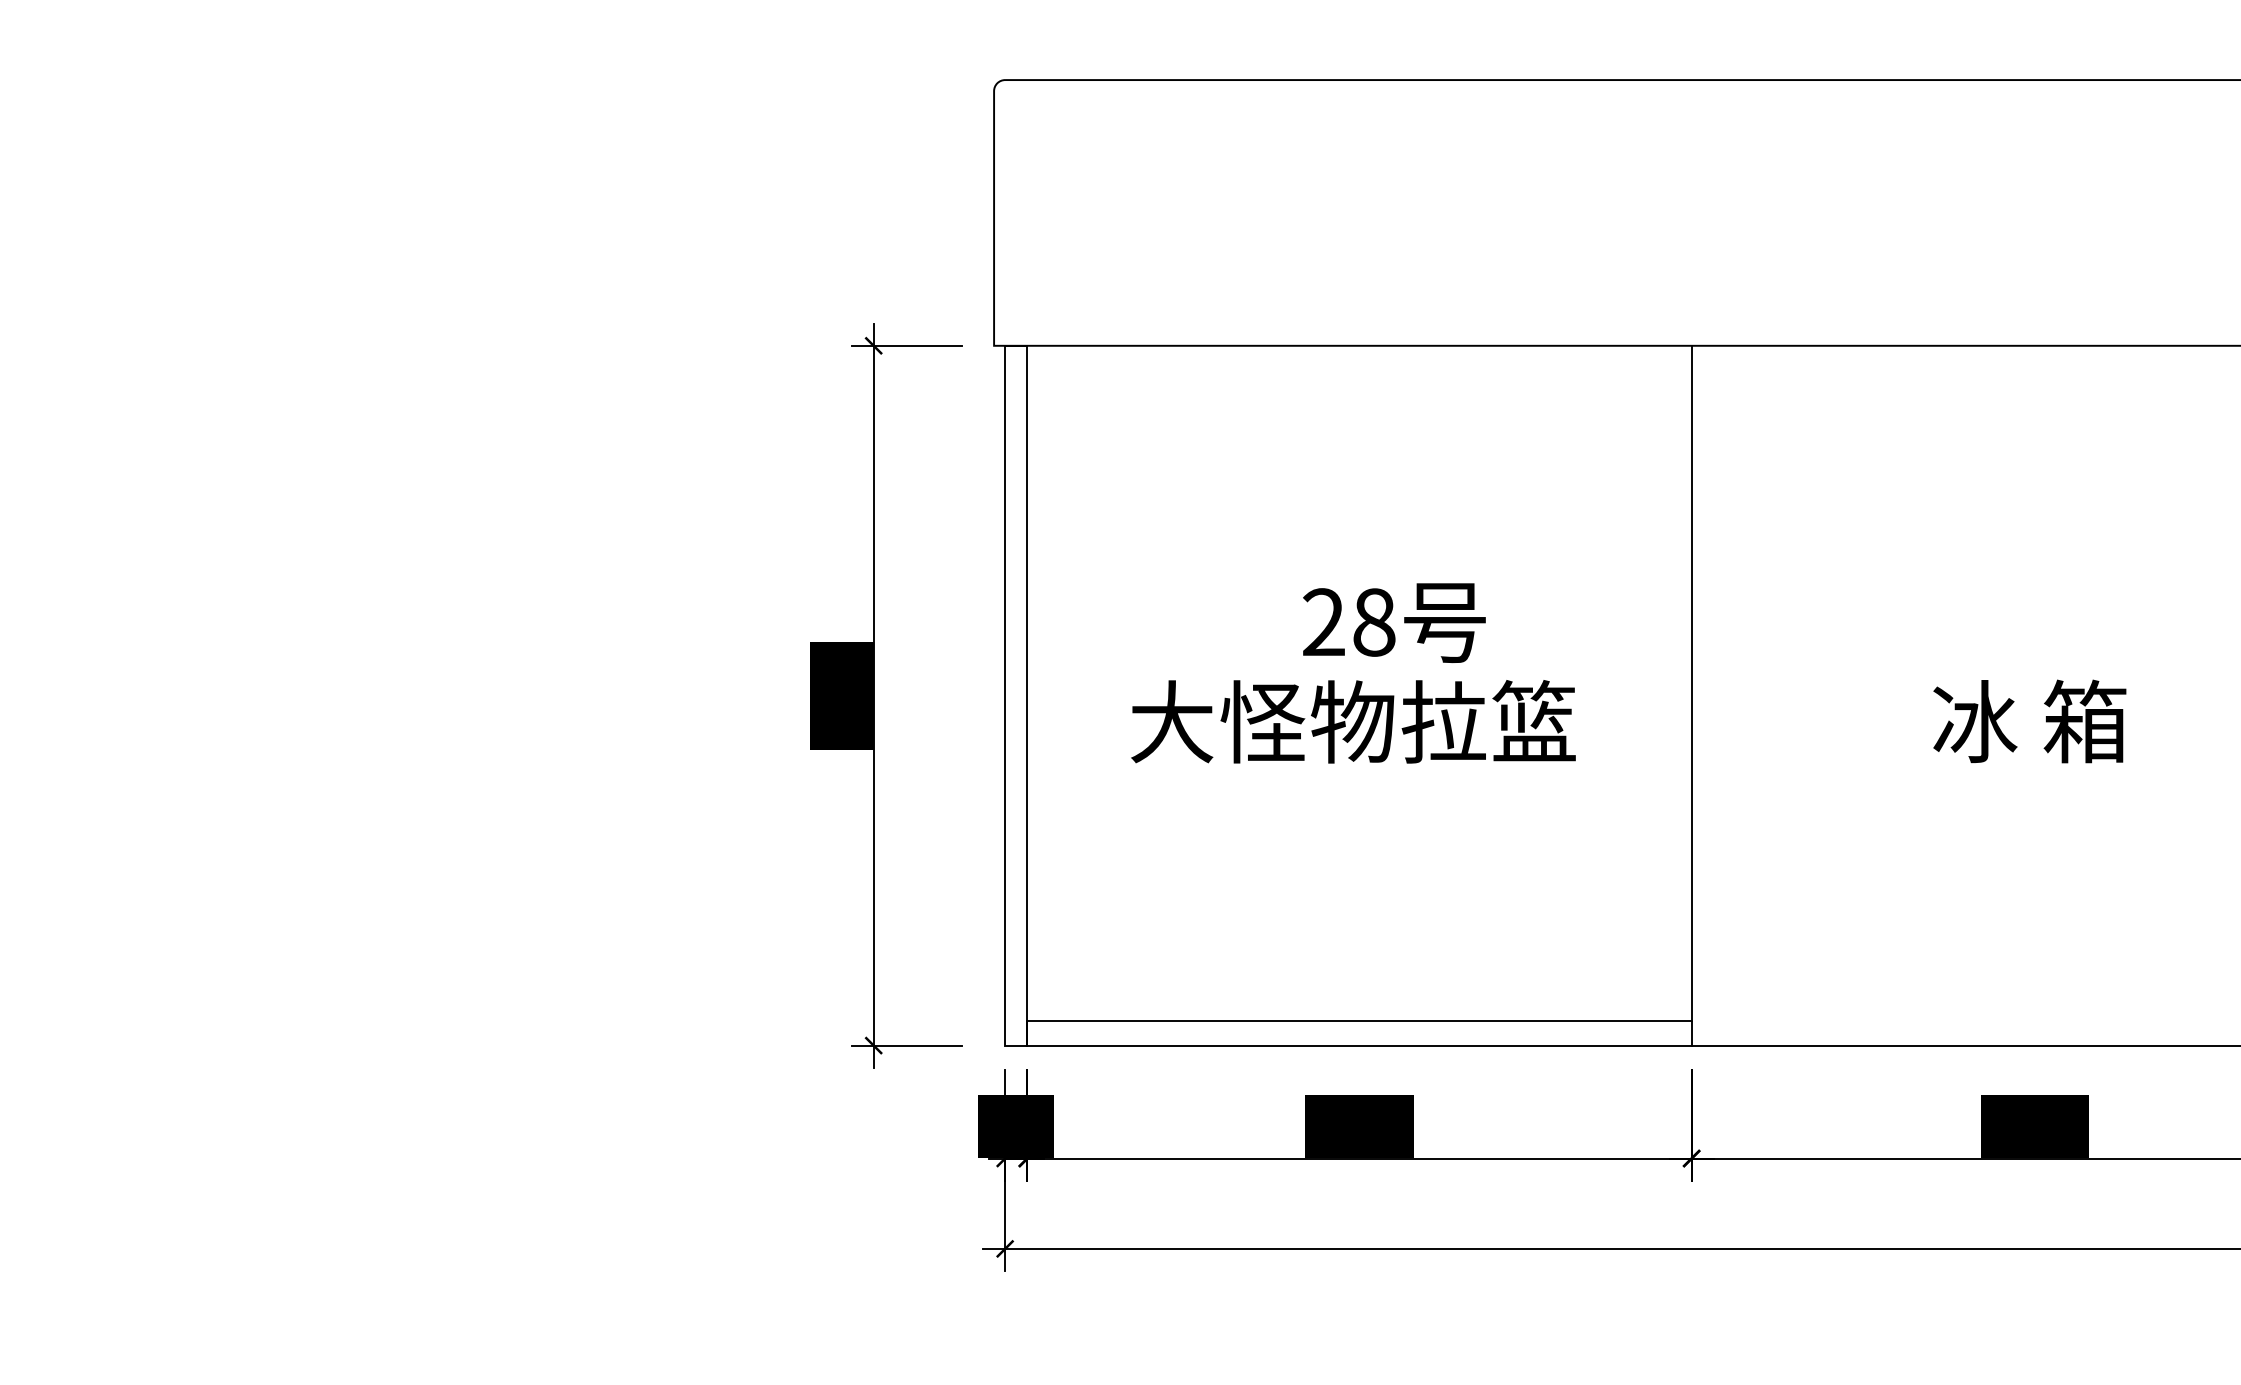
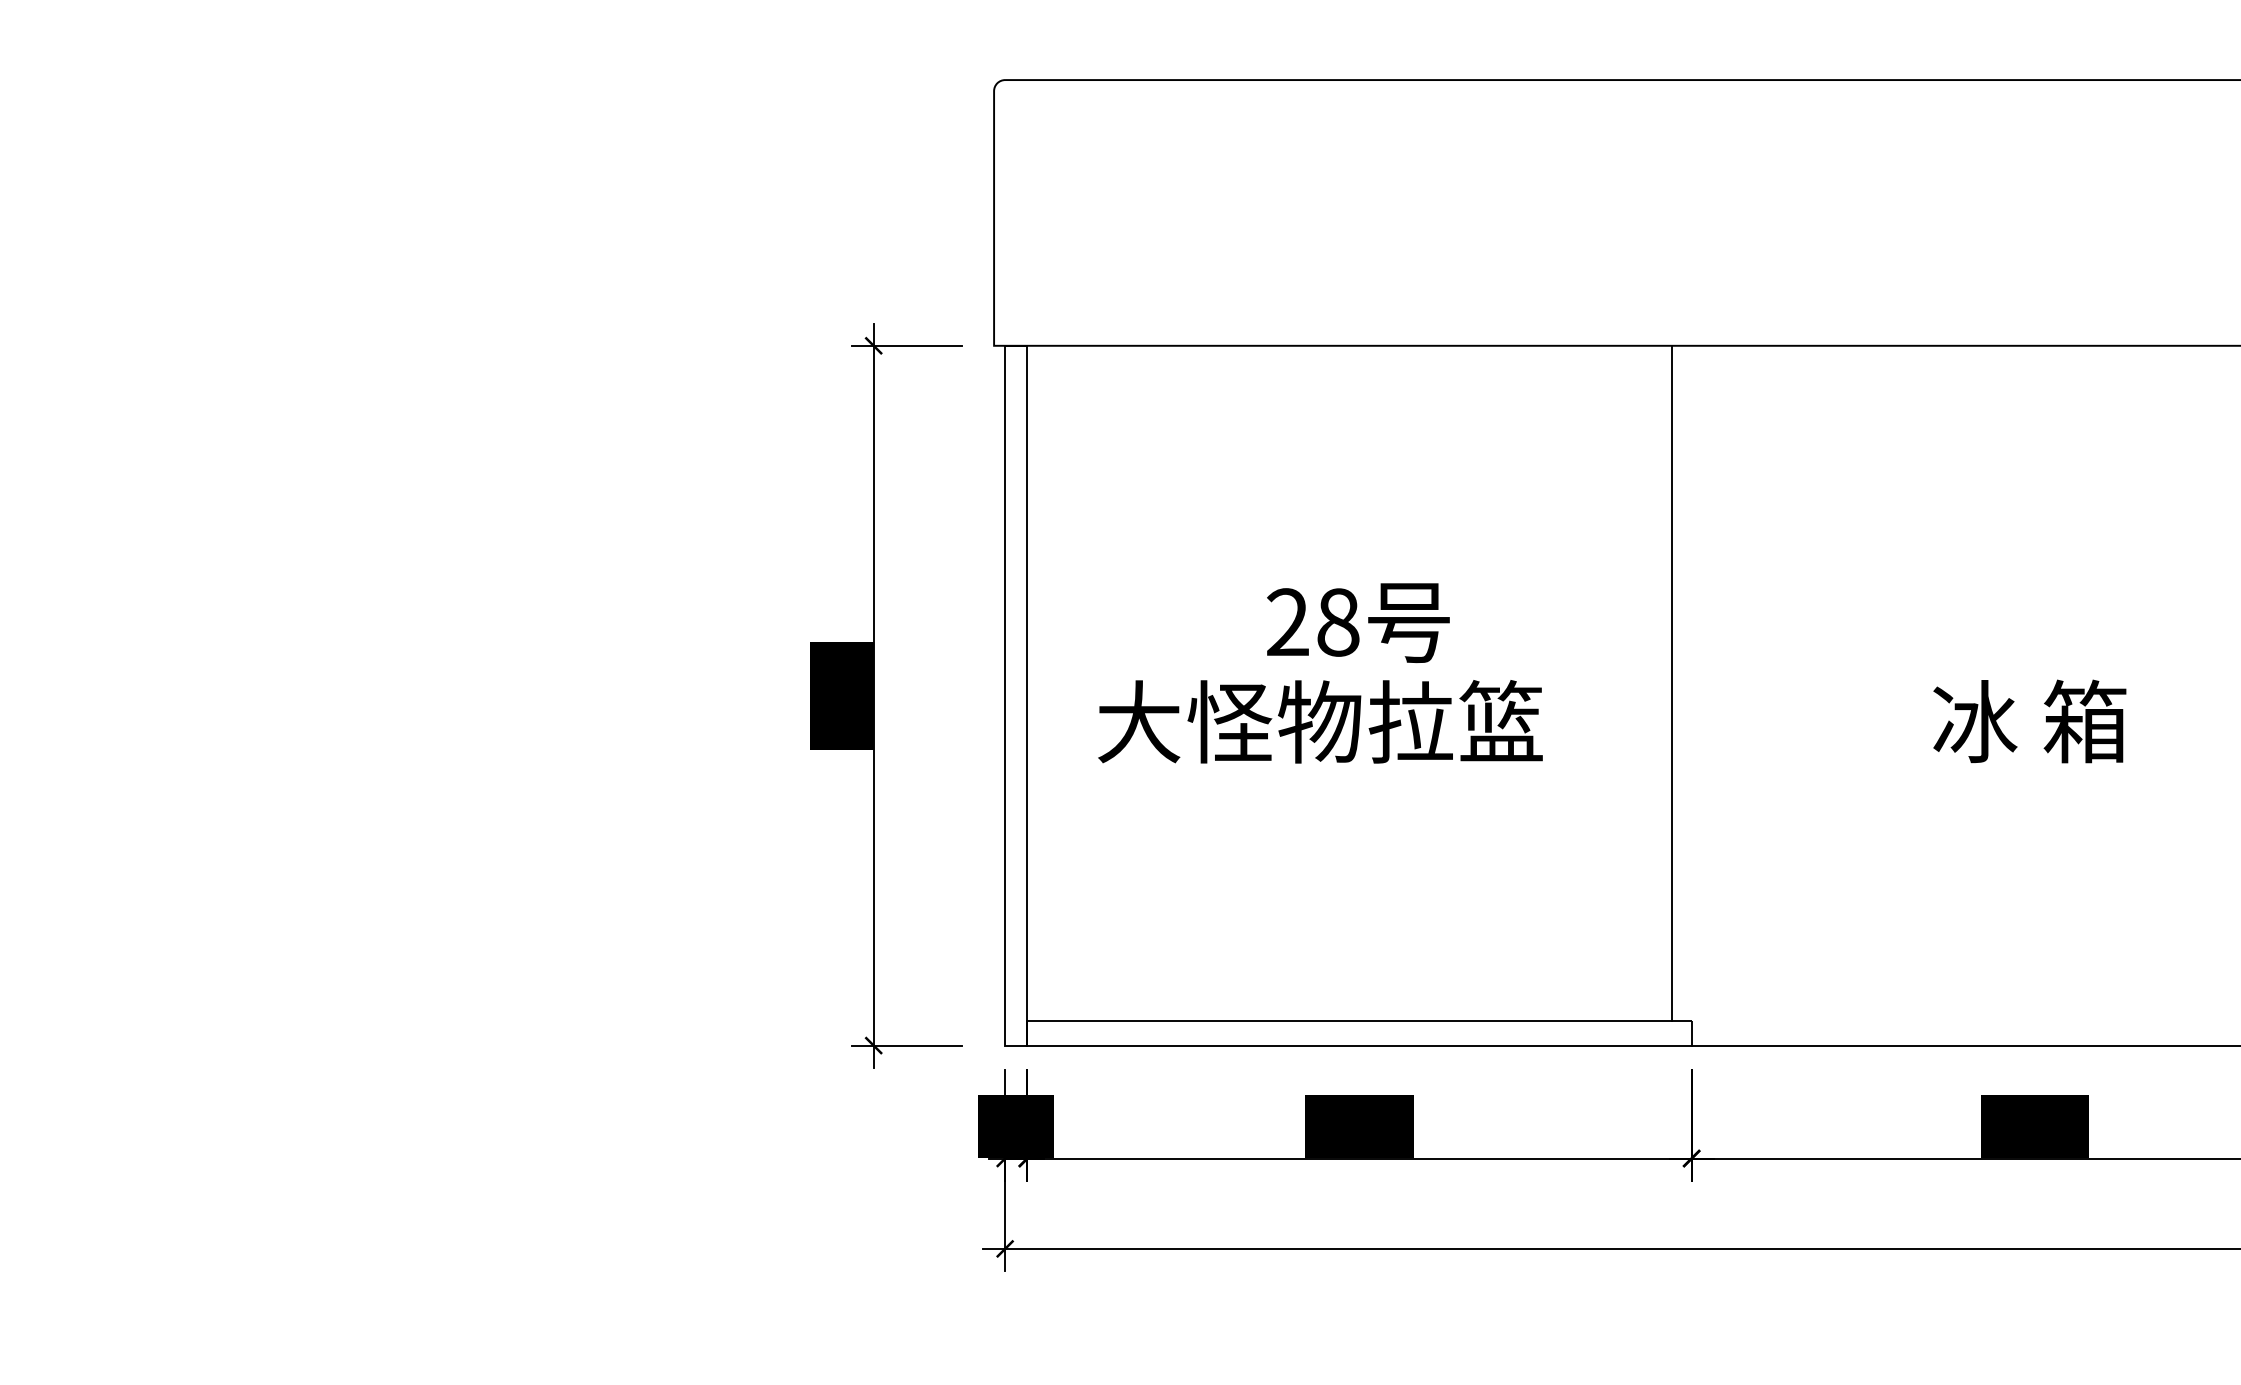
text at (1394, 622) position: (1394, 622) -> (1358, 622)
line at (1691, 683) position: (1691, 683) -> (1671, 683)
text at (1353, 721) position: (1353, 721) -> (1320, 721)
